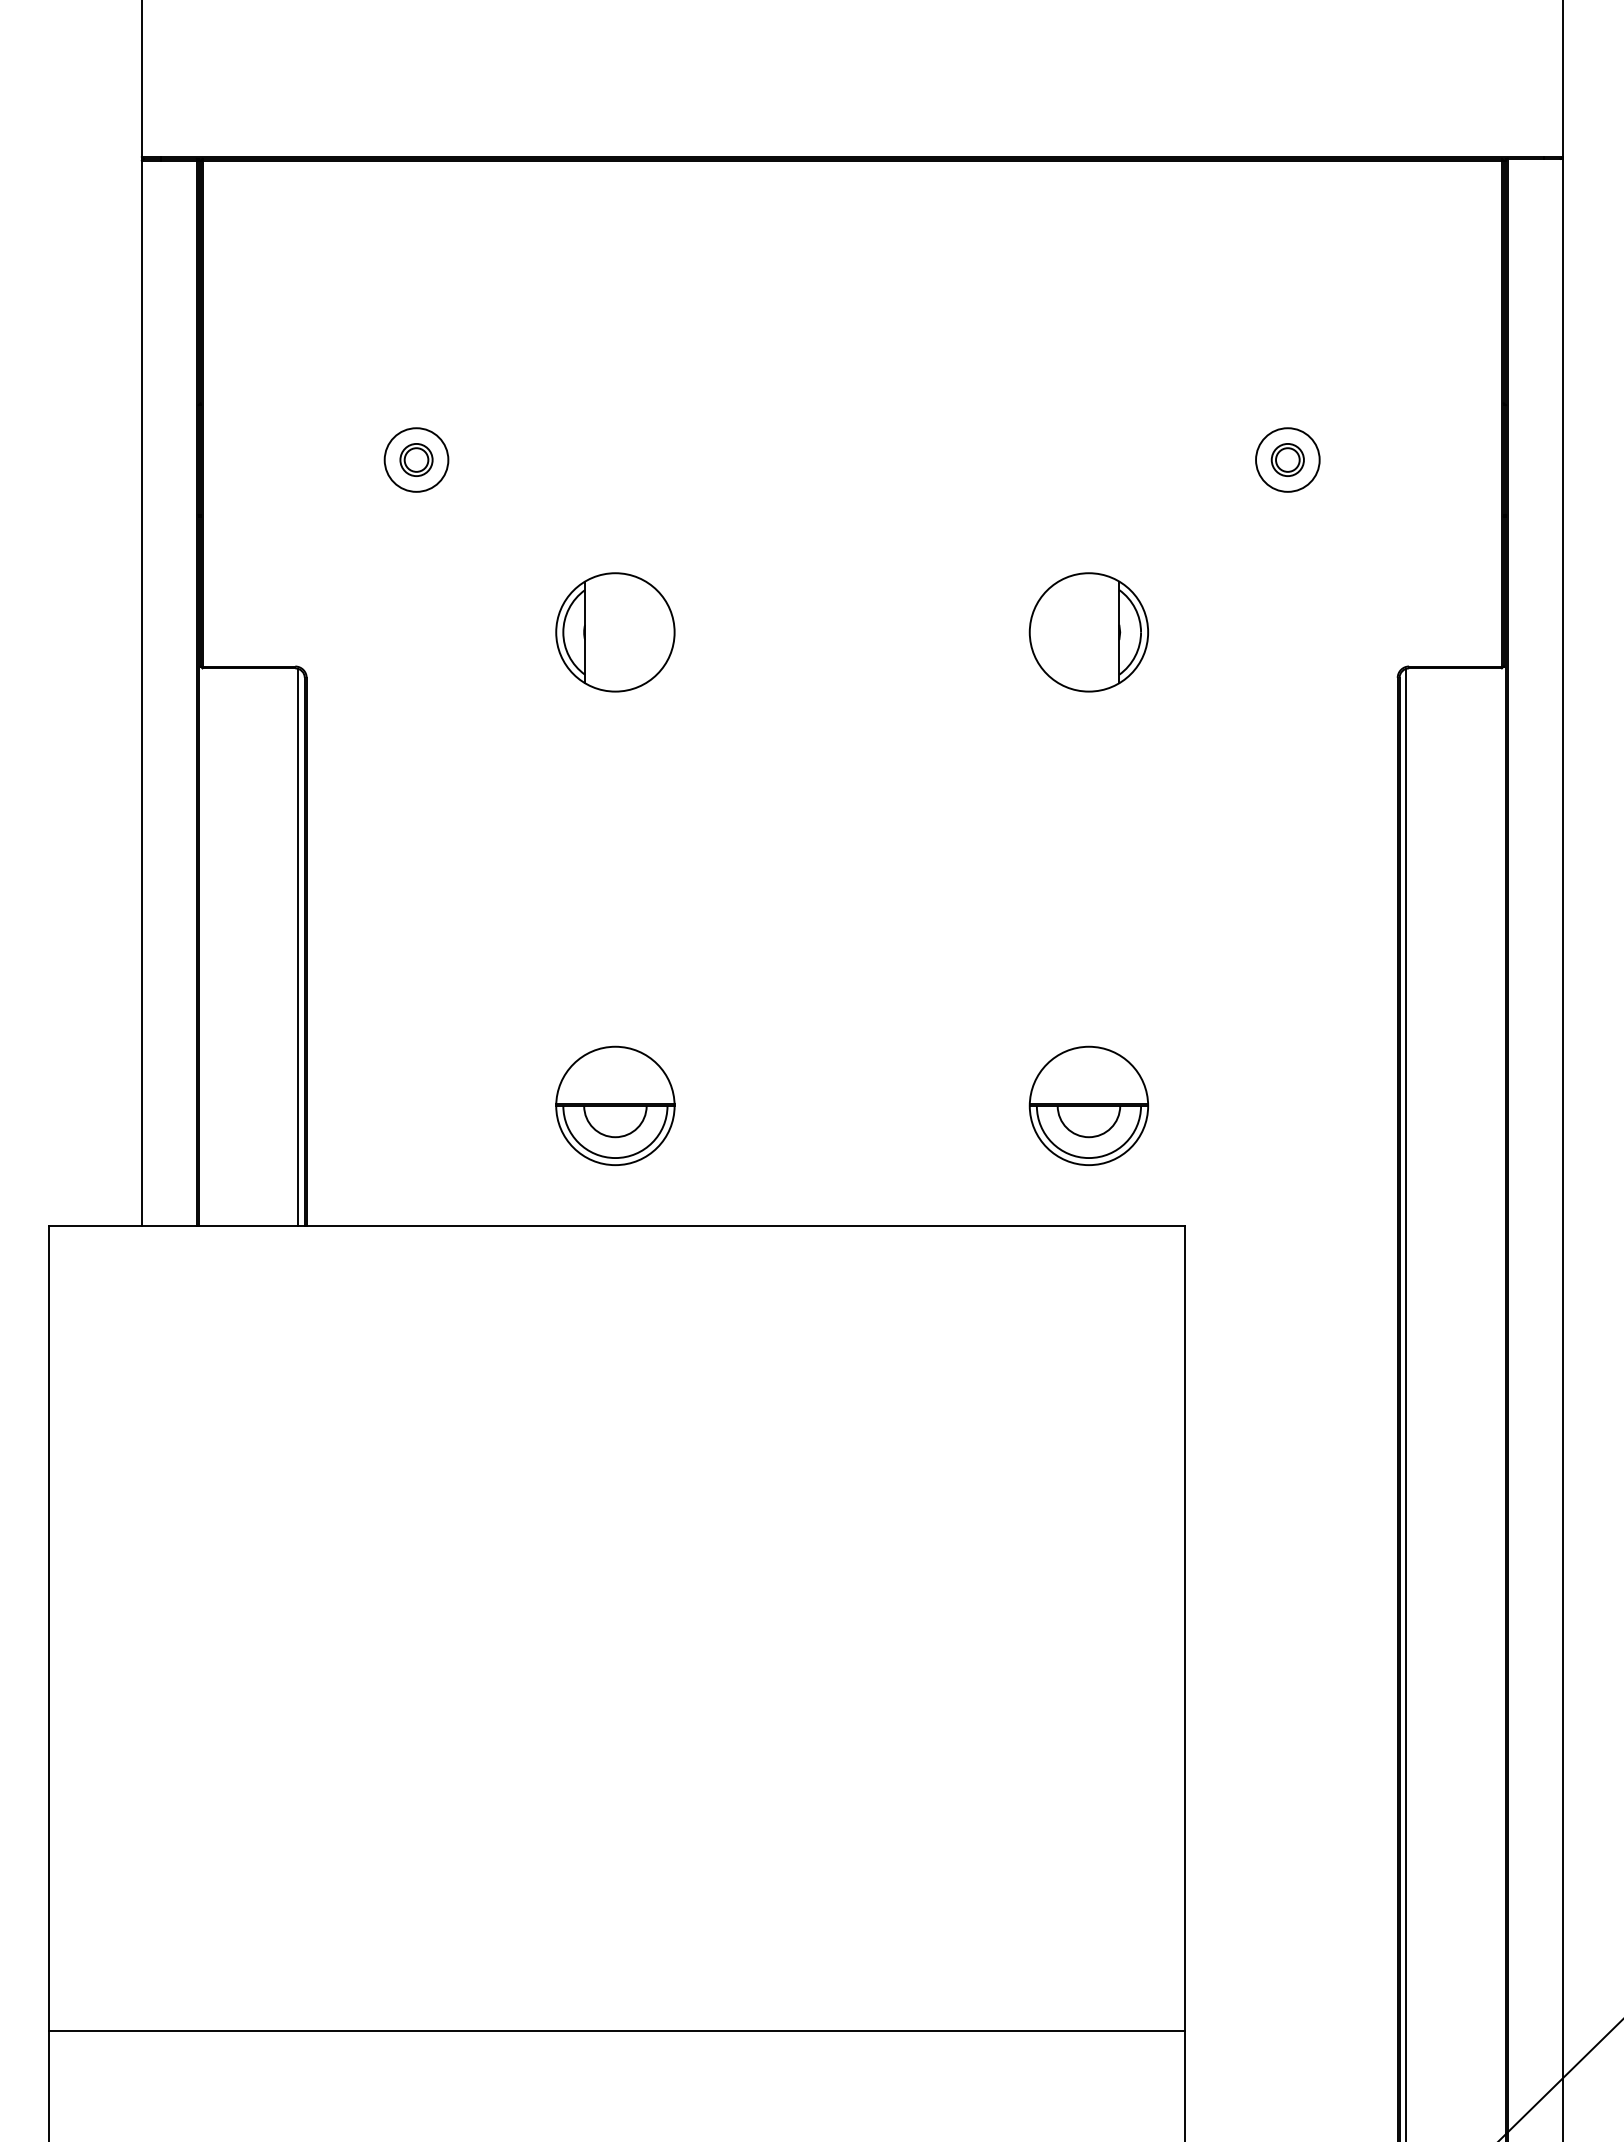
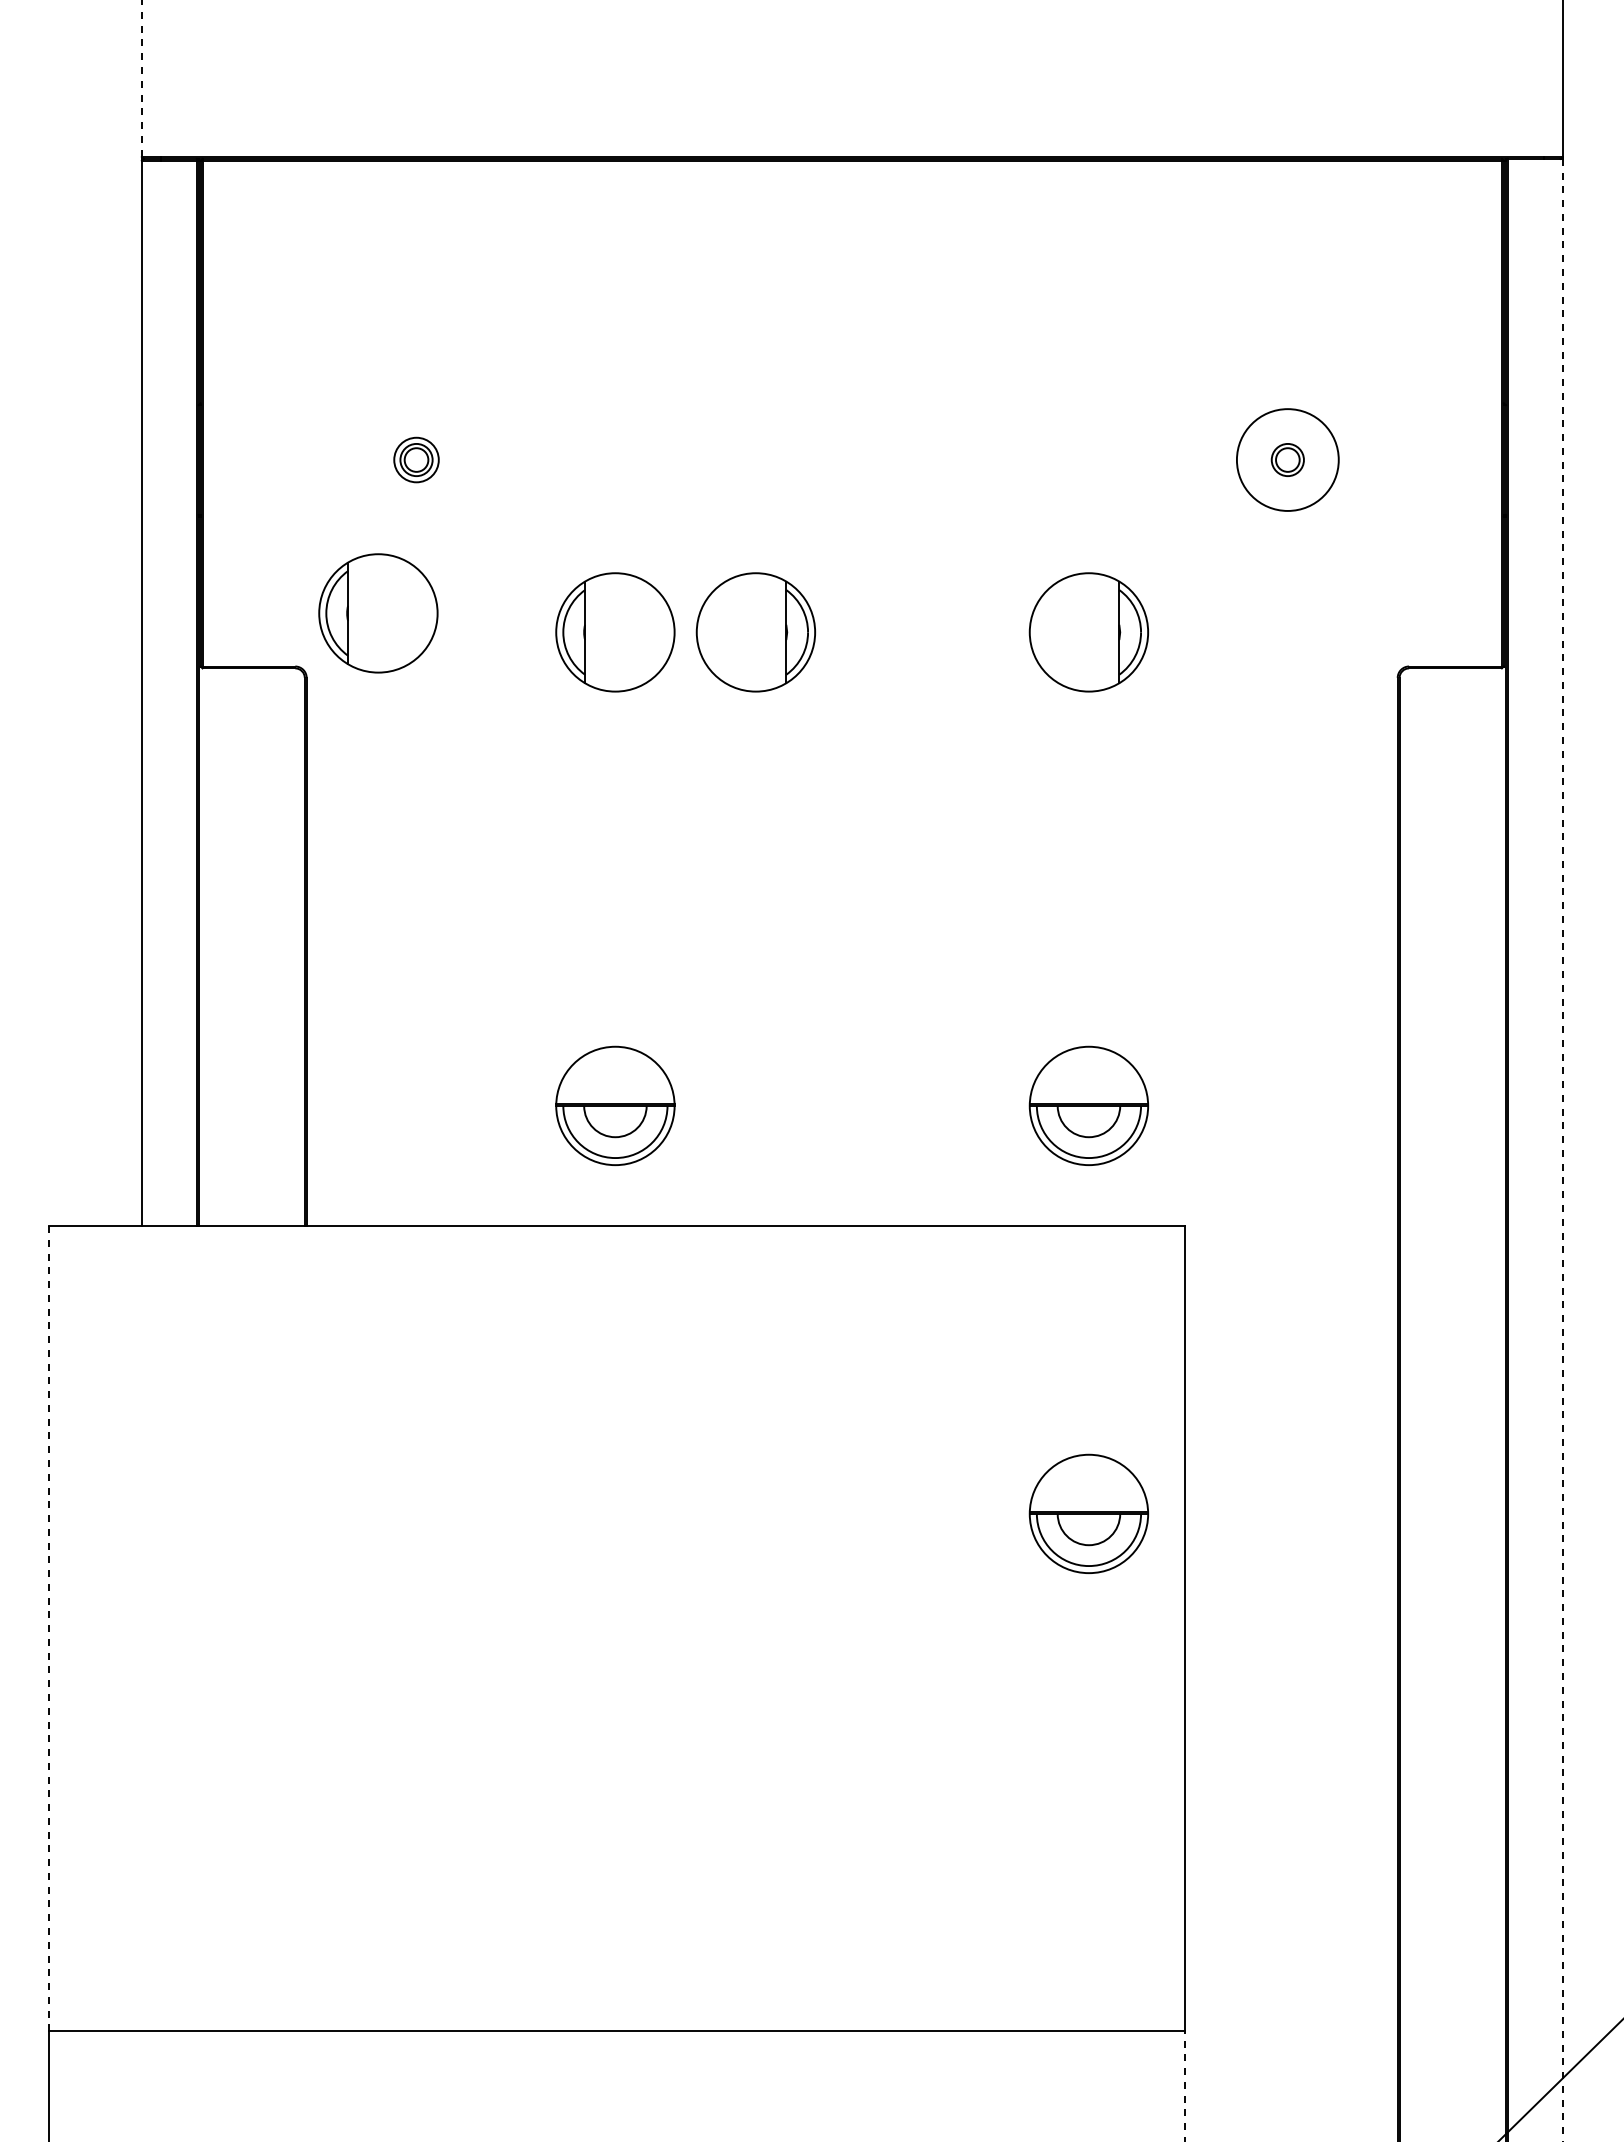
line at (141, 79): solid -> dashed
circle at (416, 459) diameter: 64 px -> 45 px
circle at (1287, 459) diameter: 64 px -> 102 px
part at (378, 613): none -> present
part at (755, 632): none -> present
line at (298, 946): present -> none
line at (1562, 1150): solid -> dashed
line at (1406, 1403): present -> none
part at (1088, 1513): none -> present
line at (48, 1628): solid -> dashed
line at (1185, 2085): solid -> dashed
